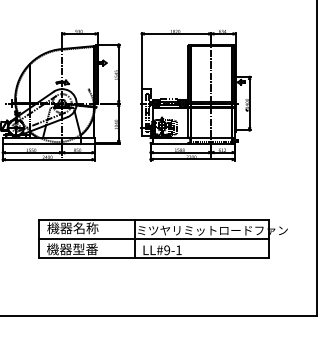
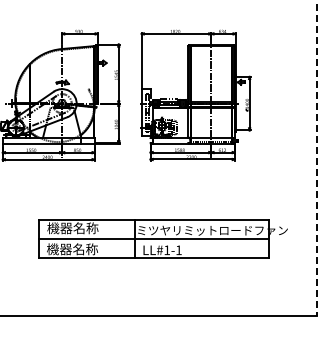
line at (317, 158): solid -> dashed
text at (85, 249): 機器型番 -> 機器名称
text at (167, 250): LL#9-1 -> LL#1-1
